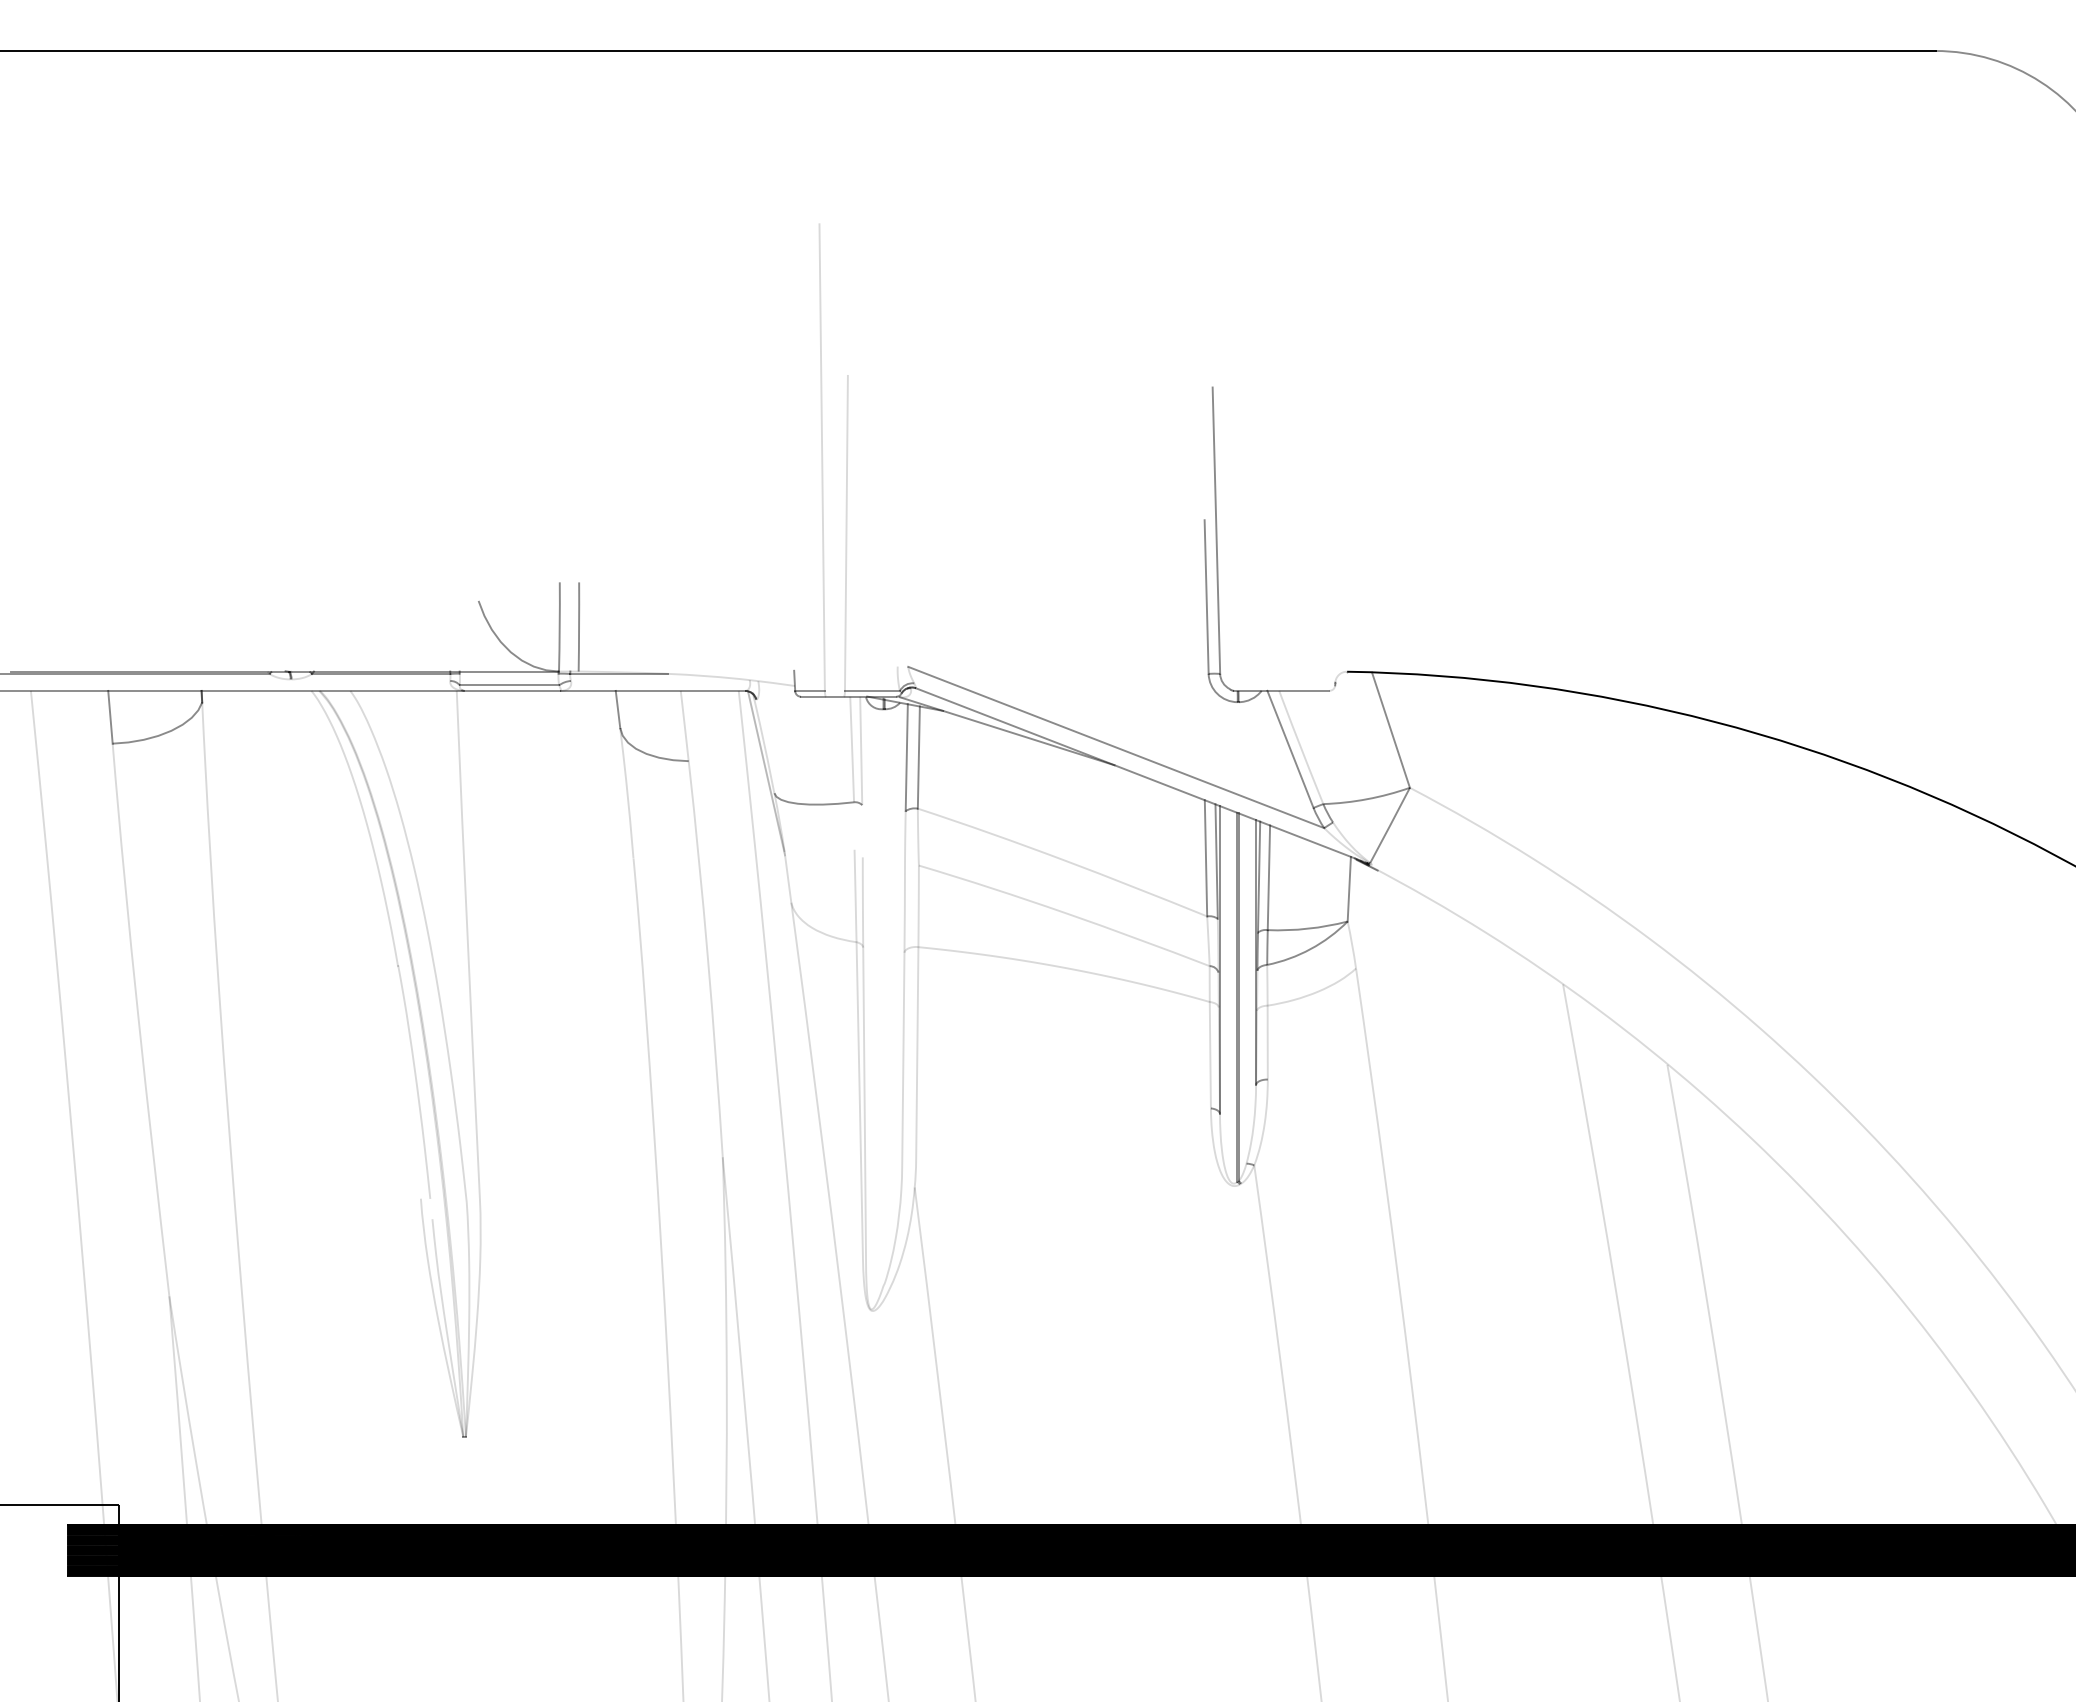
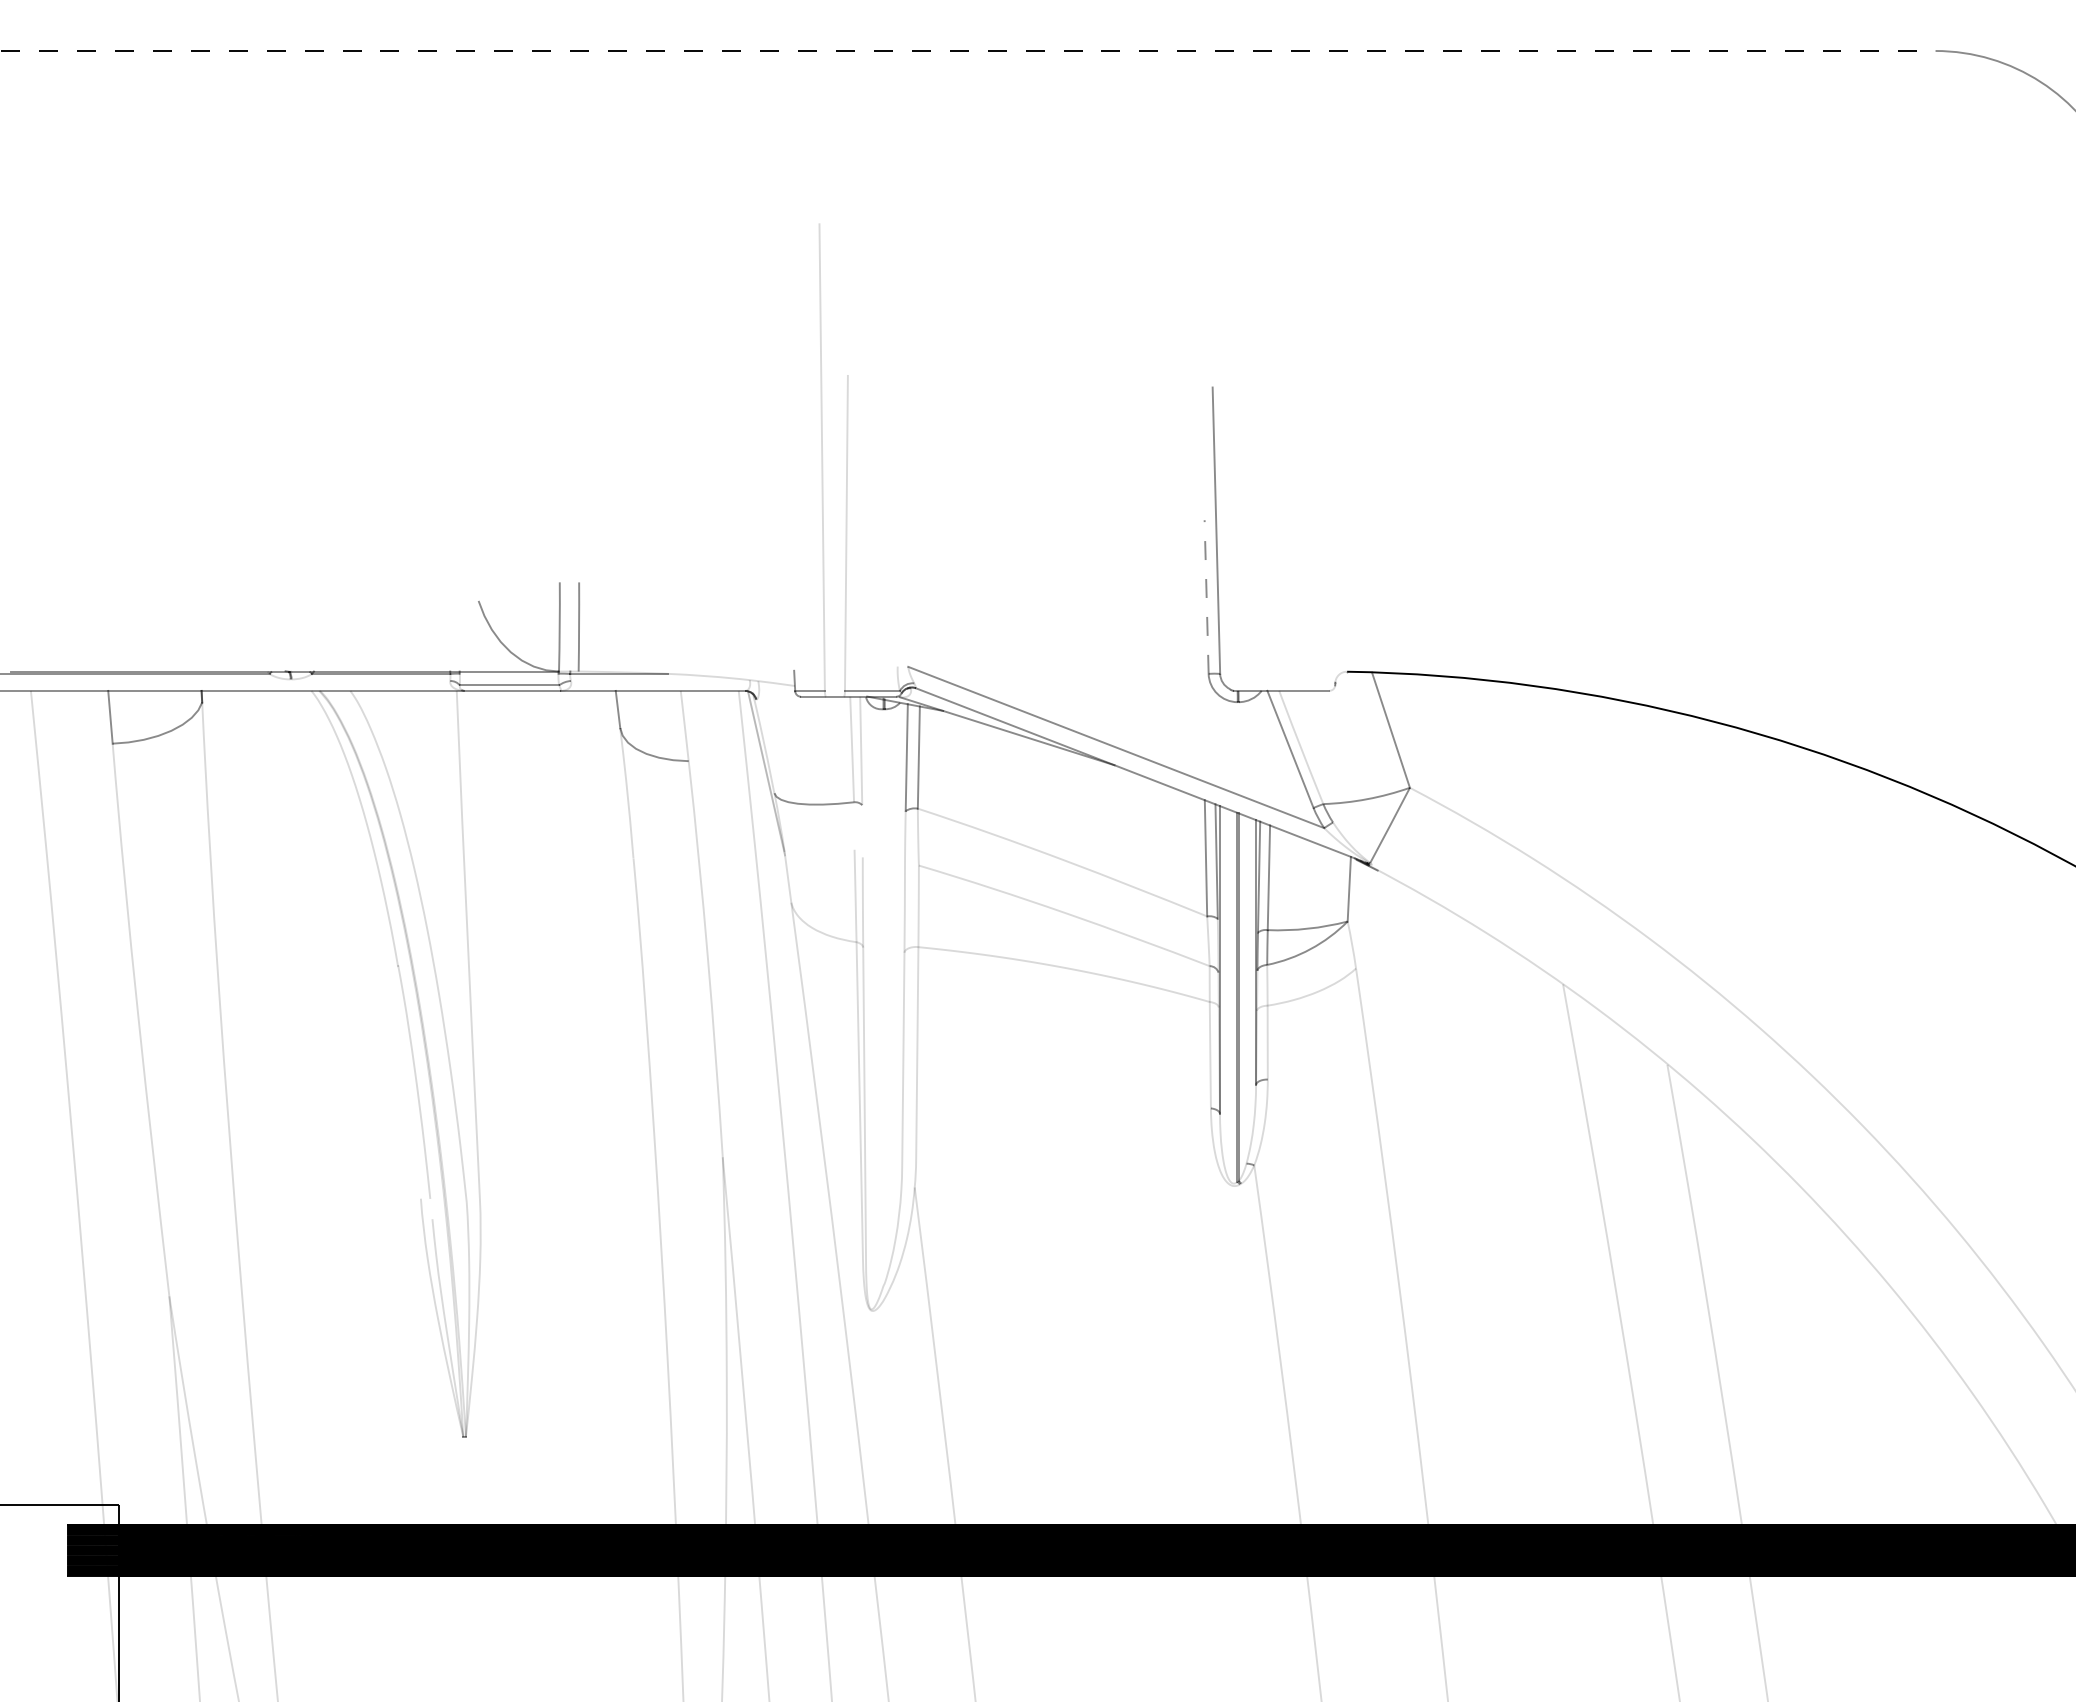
line at (968, 51): solid -> dashed
line at (1206, 597): solid -> dashed
